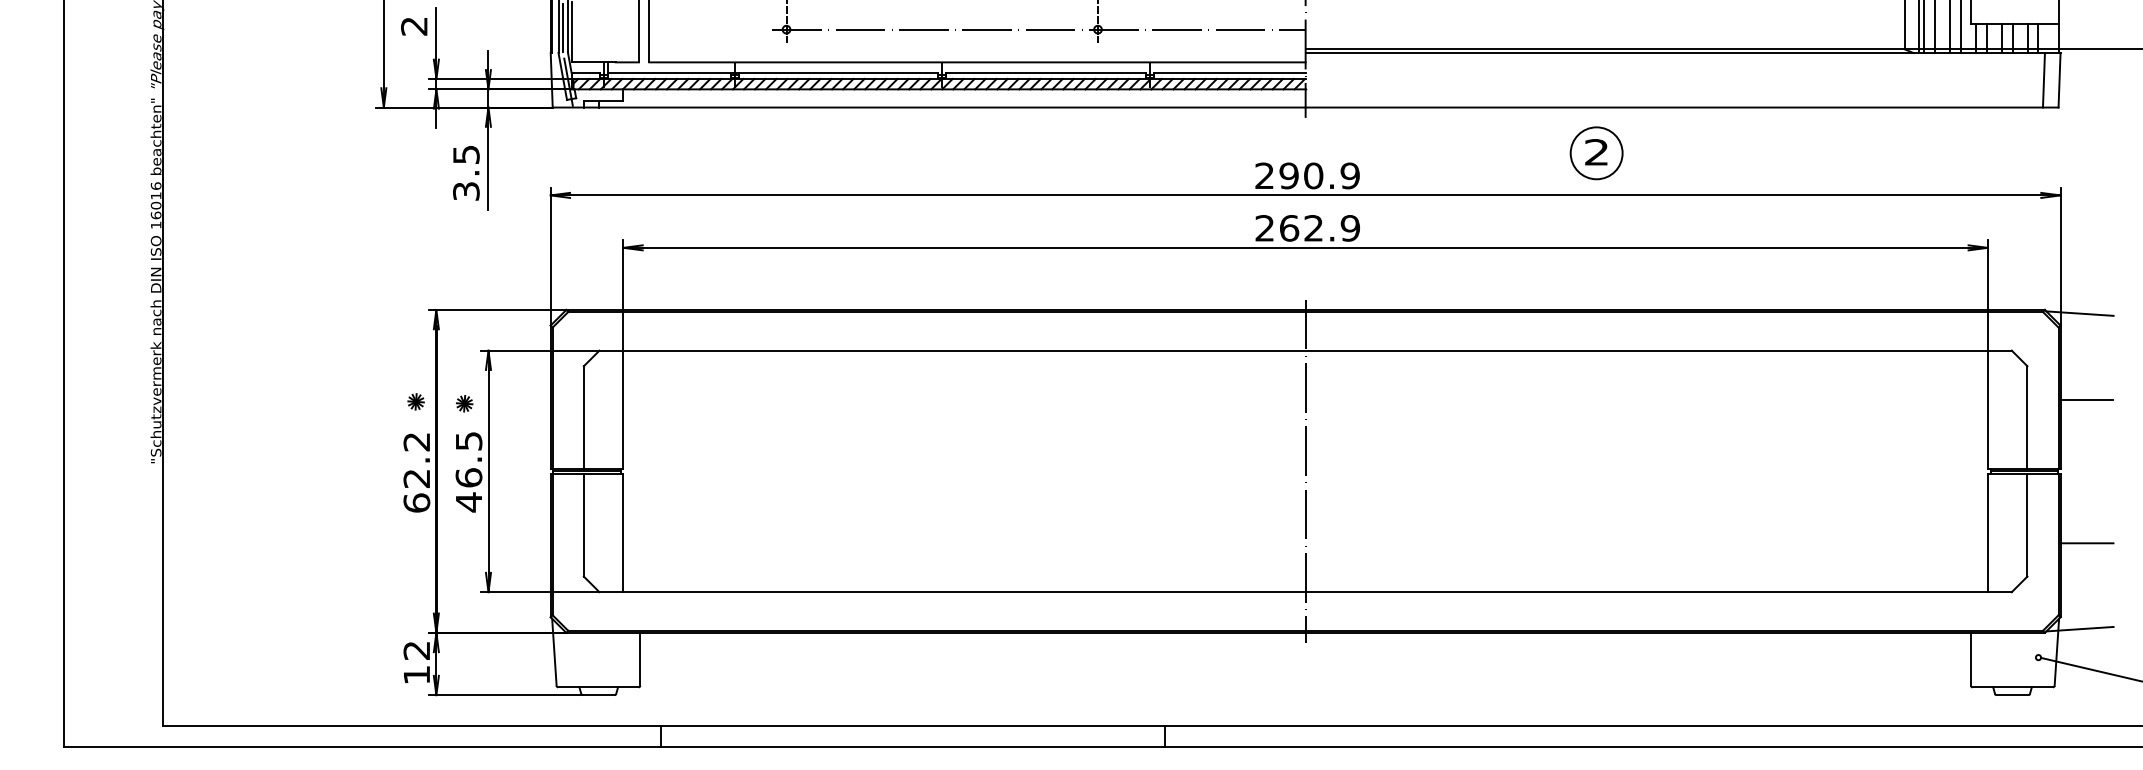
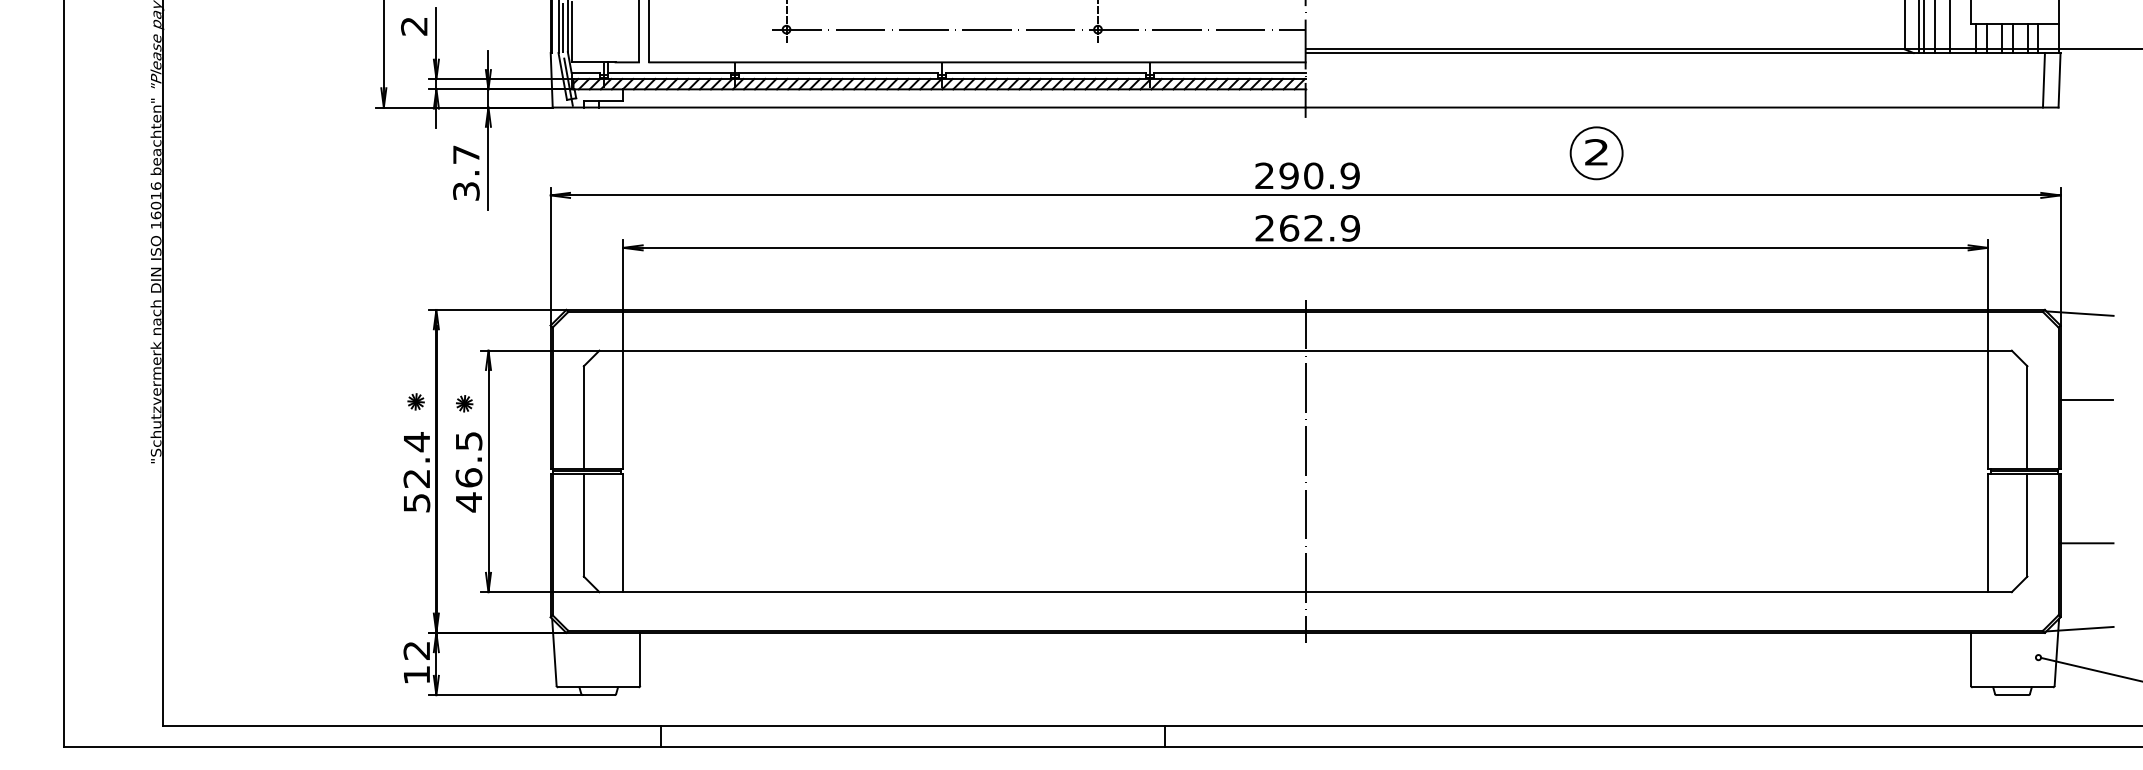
line at (1960, 27): present -> none
text at (466, 154): 3.5 -> 3.7
text at (416, 472): 62.2 -> 52.4
